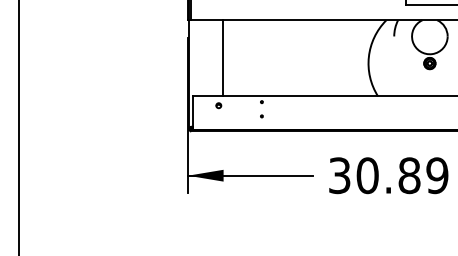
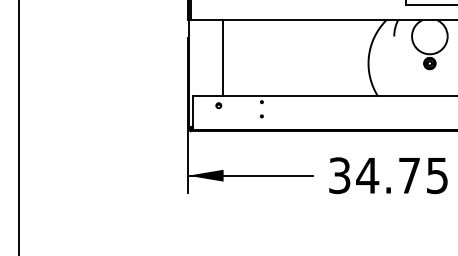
text at (402, 175): 30.89 -> 34.75
